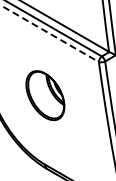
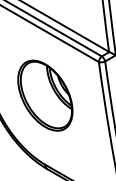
line at (49, 33): dashed -> solid
part at (45, 95) size: 41x52 px -> 57x73 px
